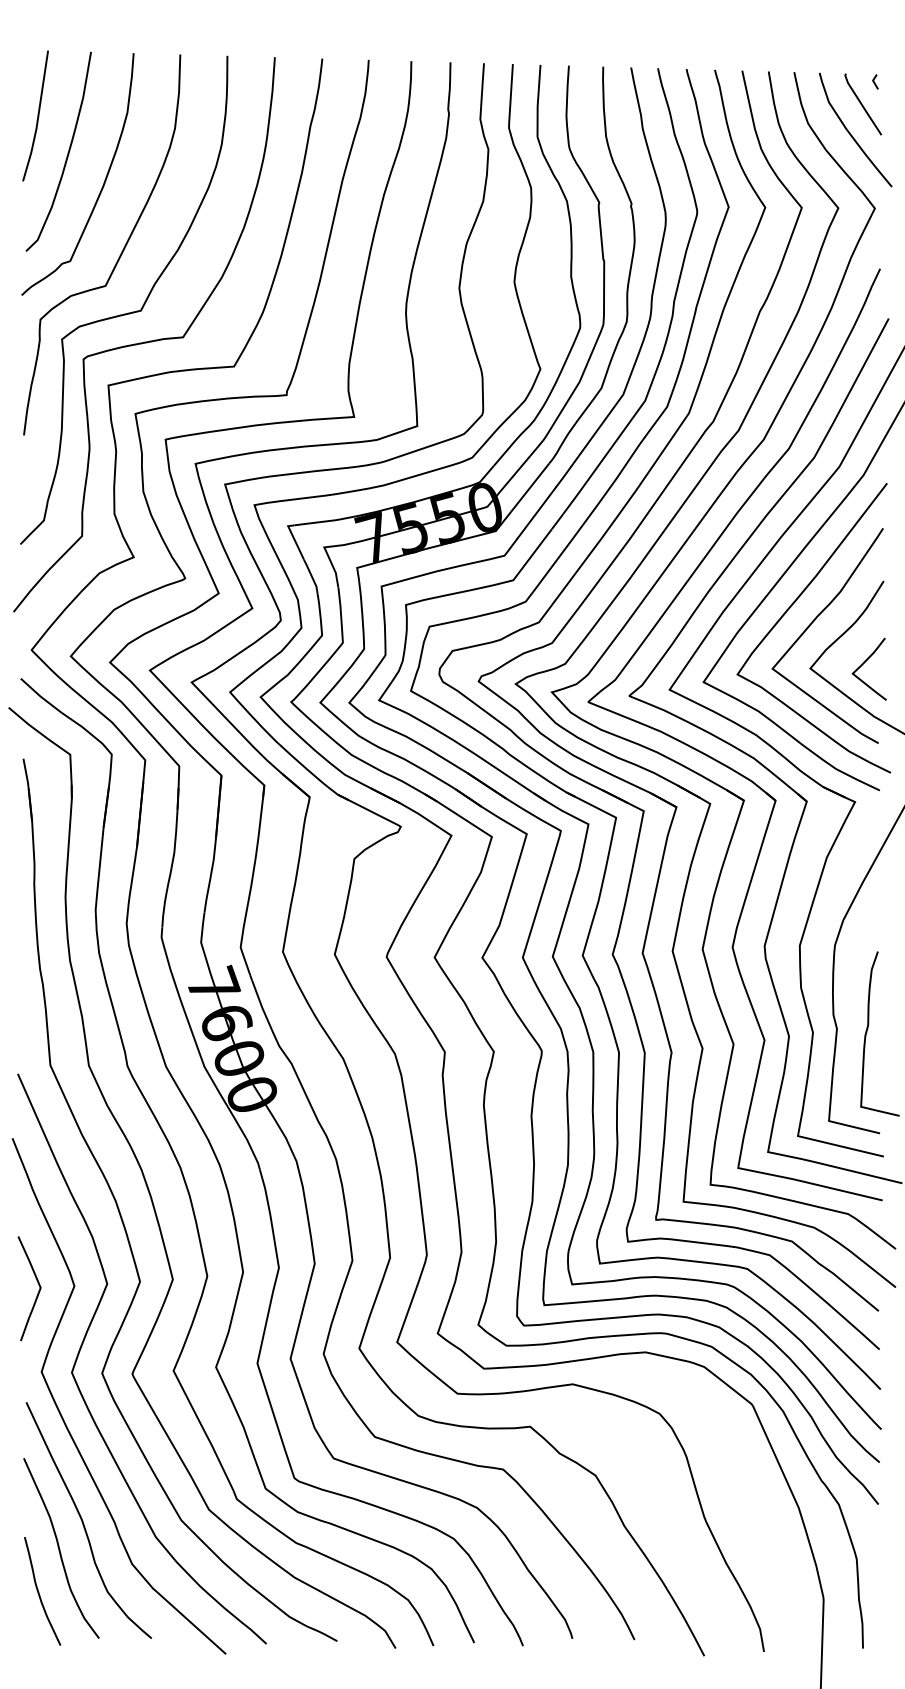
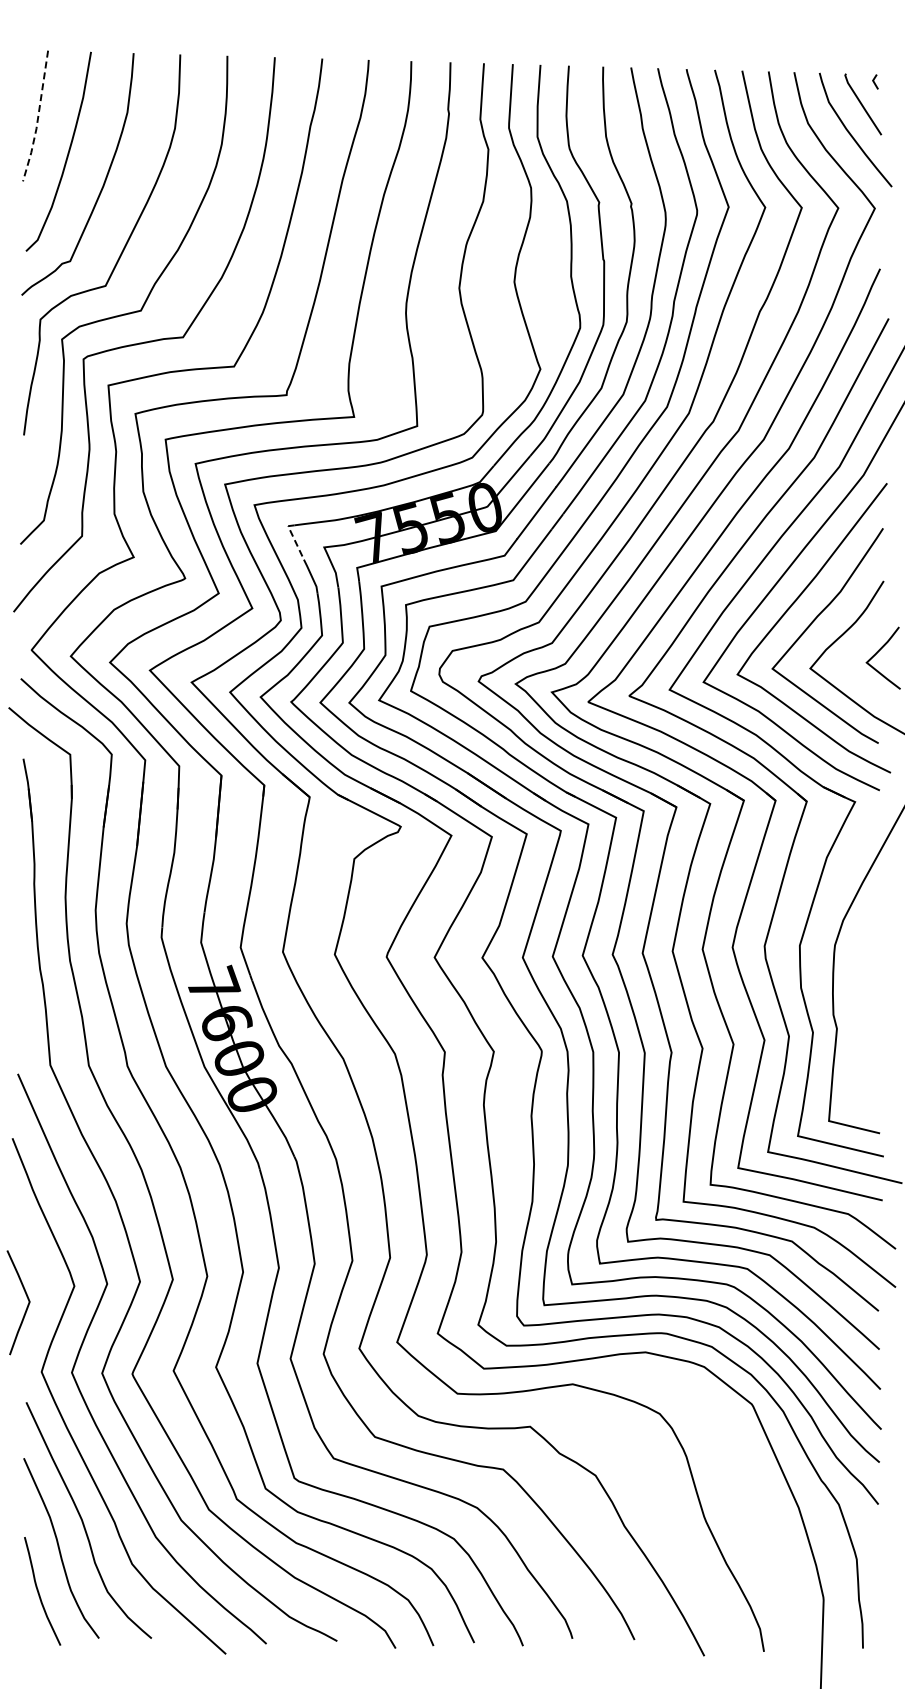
line at (38, 118): solid -> dashed
line at (294, 539): solid -> dashed
curve at (864, 663) position: (864, 663) -> (878, 652)
curve at (867, 1032): present -> none
curve at (38, 1290) position: (38, 1290) -> (27, 1304)
